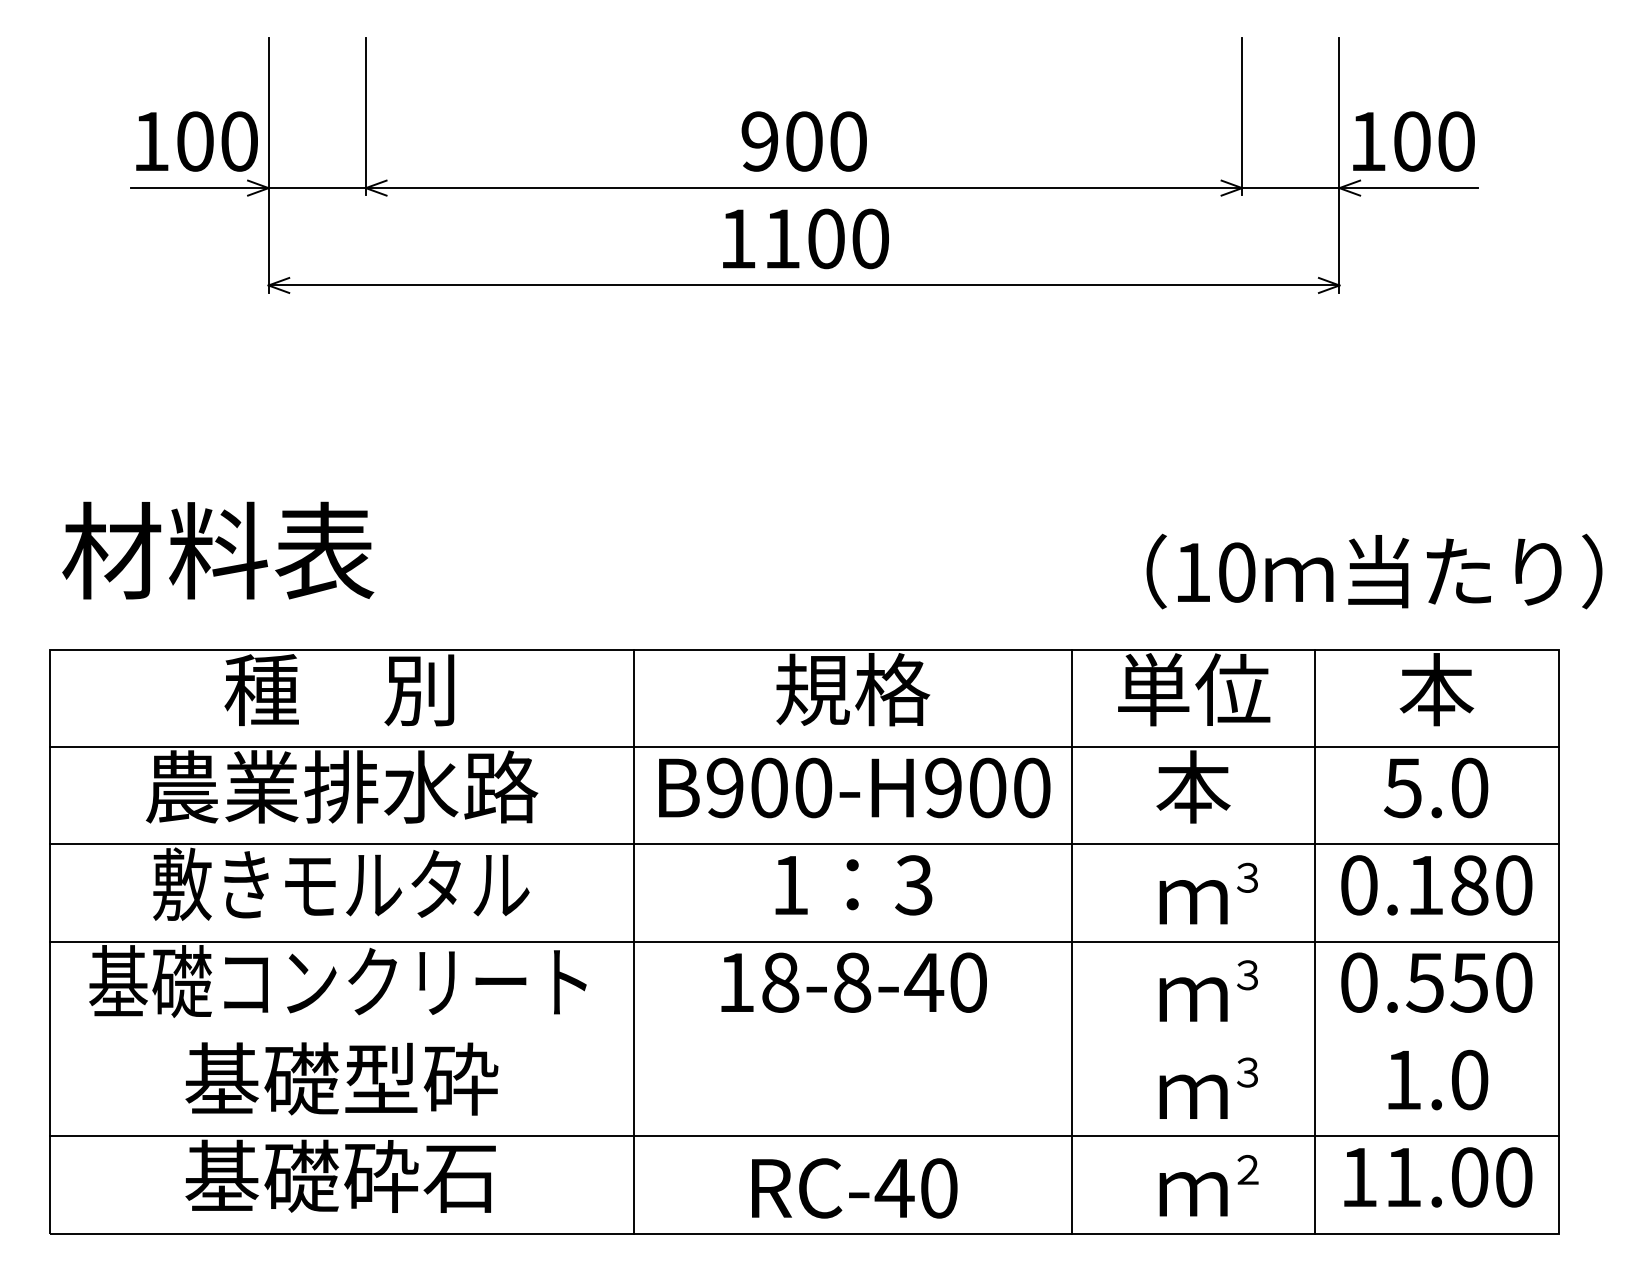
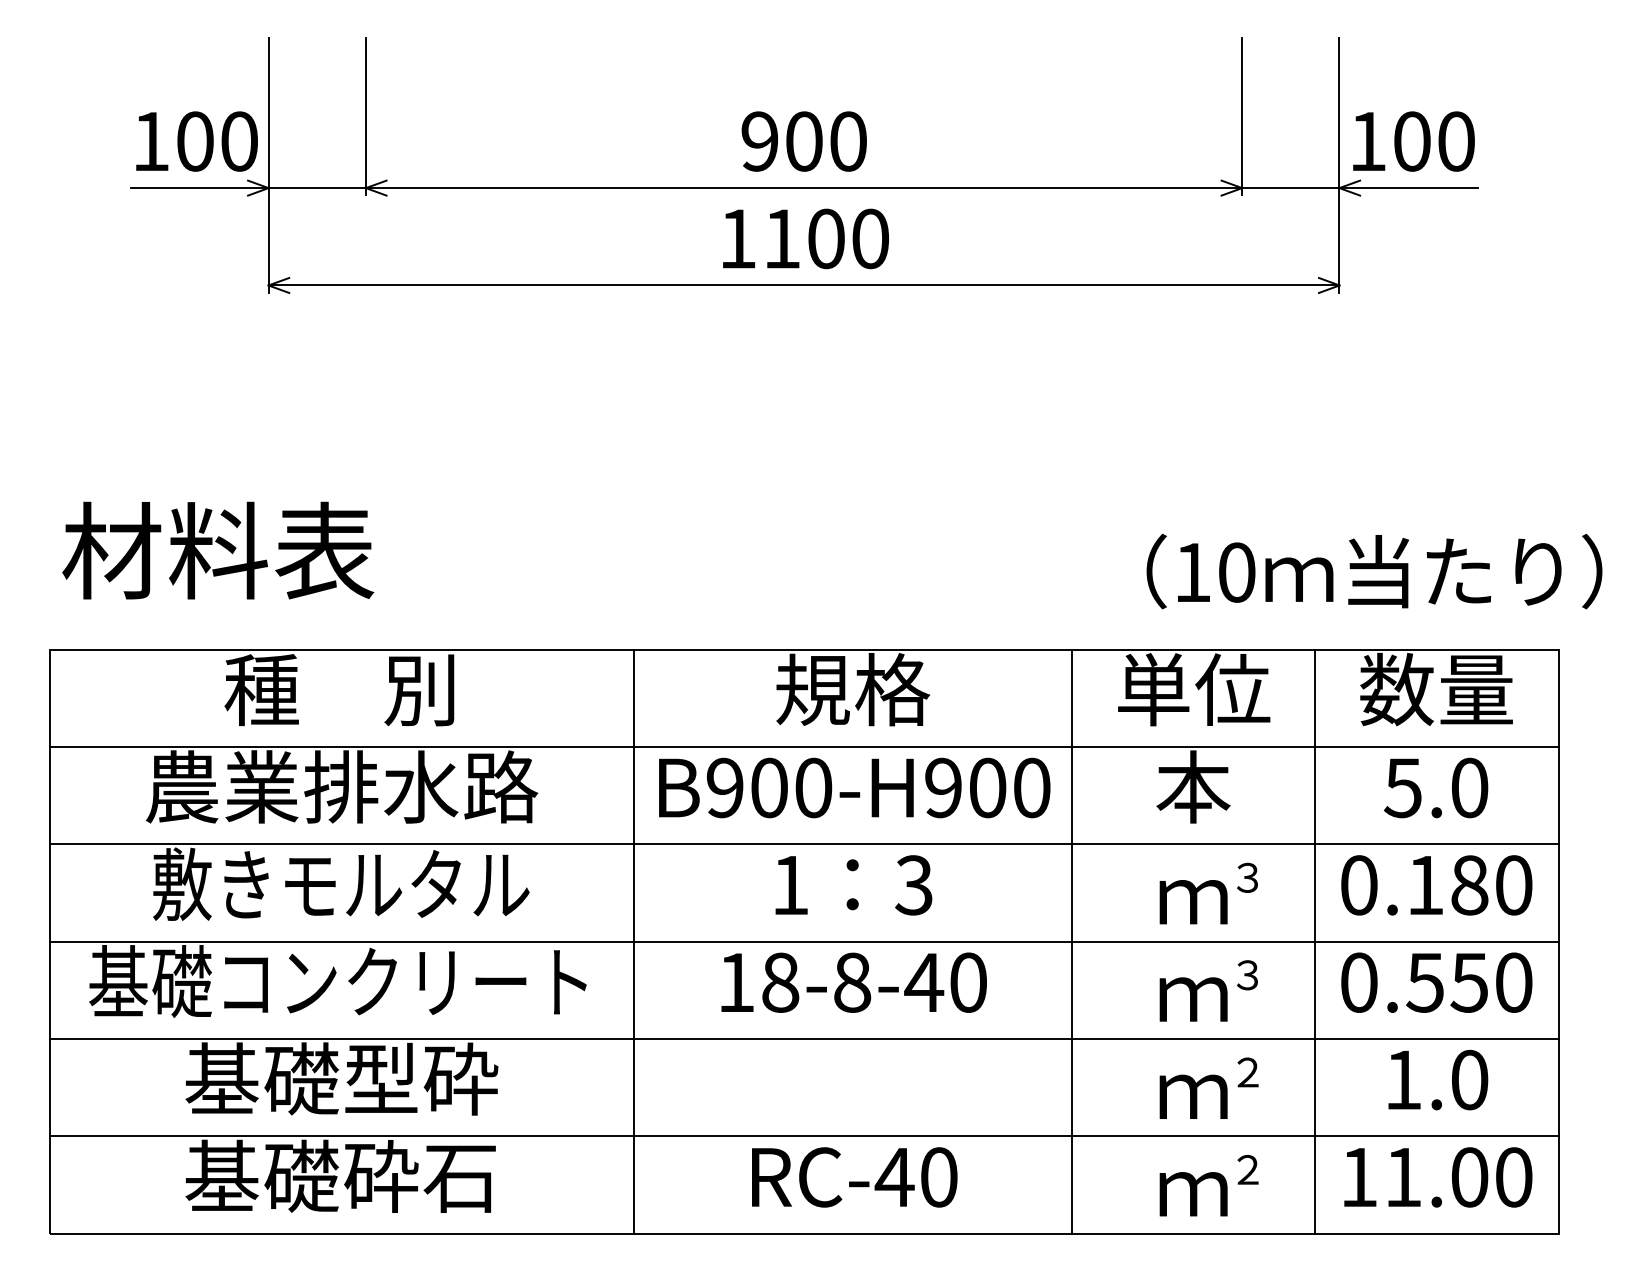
text at (1436, 689): 本 -> 数量
line at (803, 1039): none -> present
text at (1247, 1072): ３ -> ２
text at (854, 1188) position: (854, 1188) -> (854, 1177)
